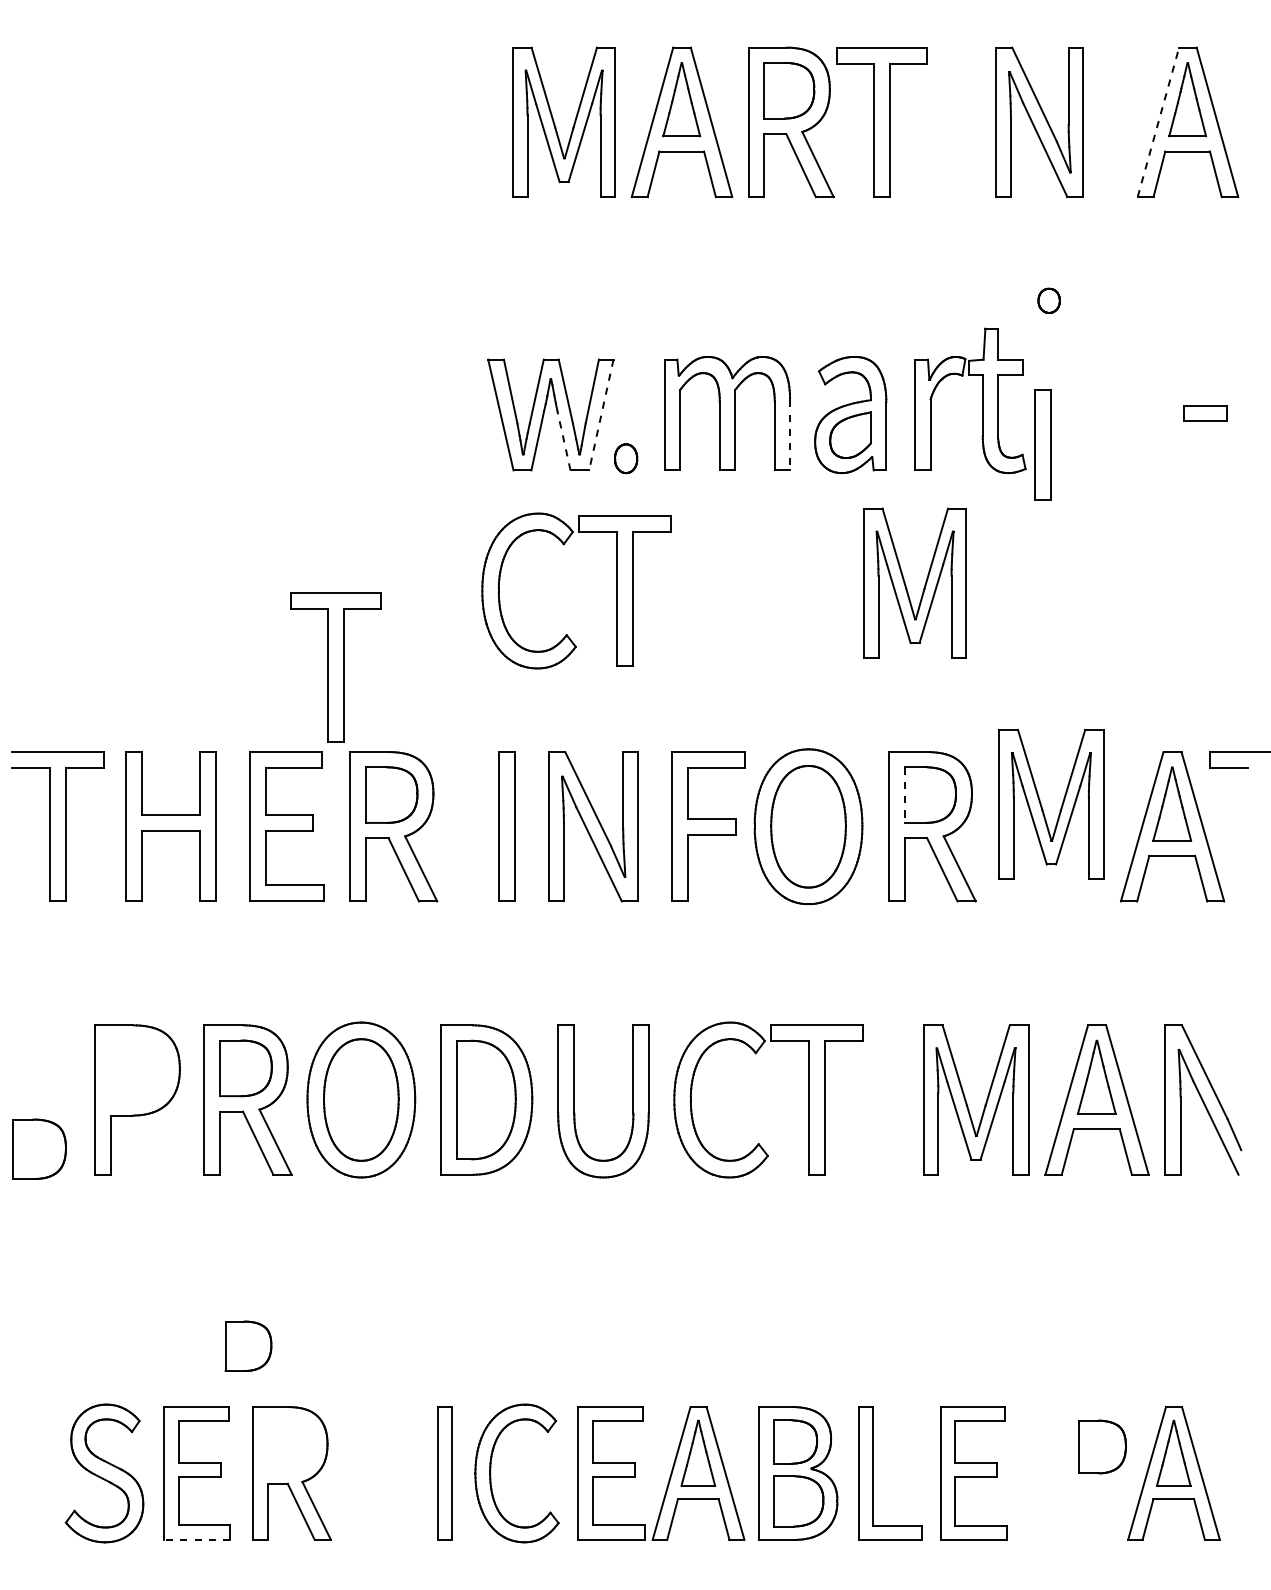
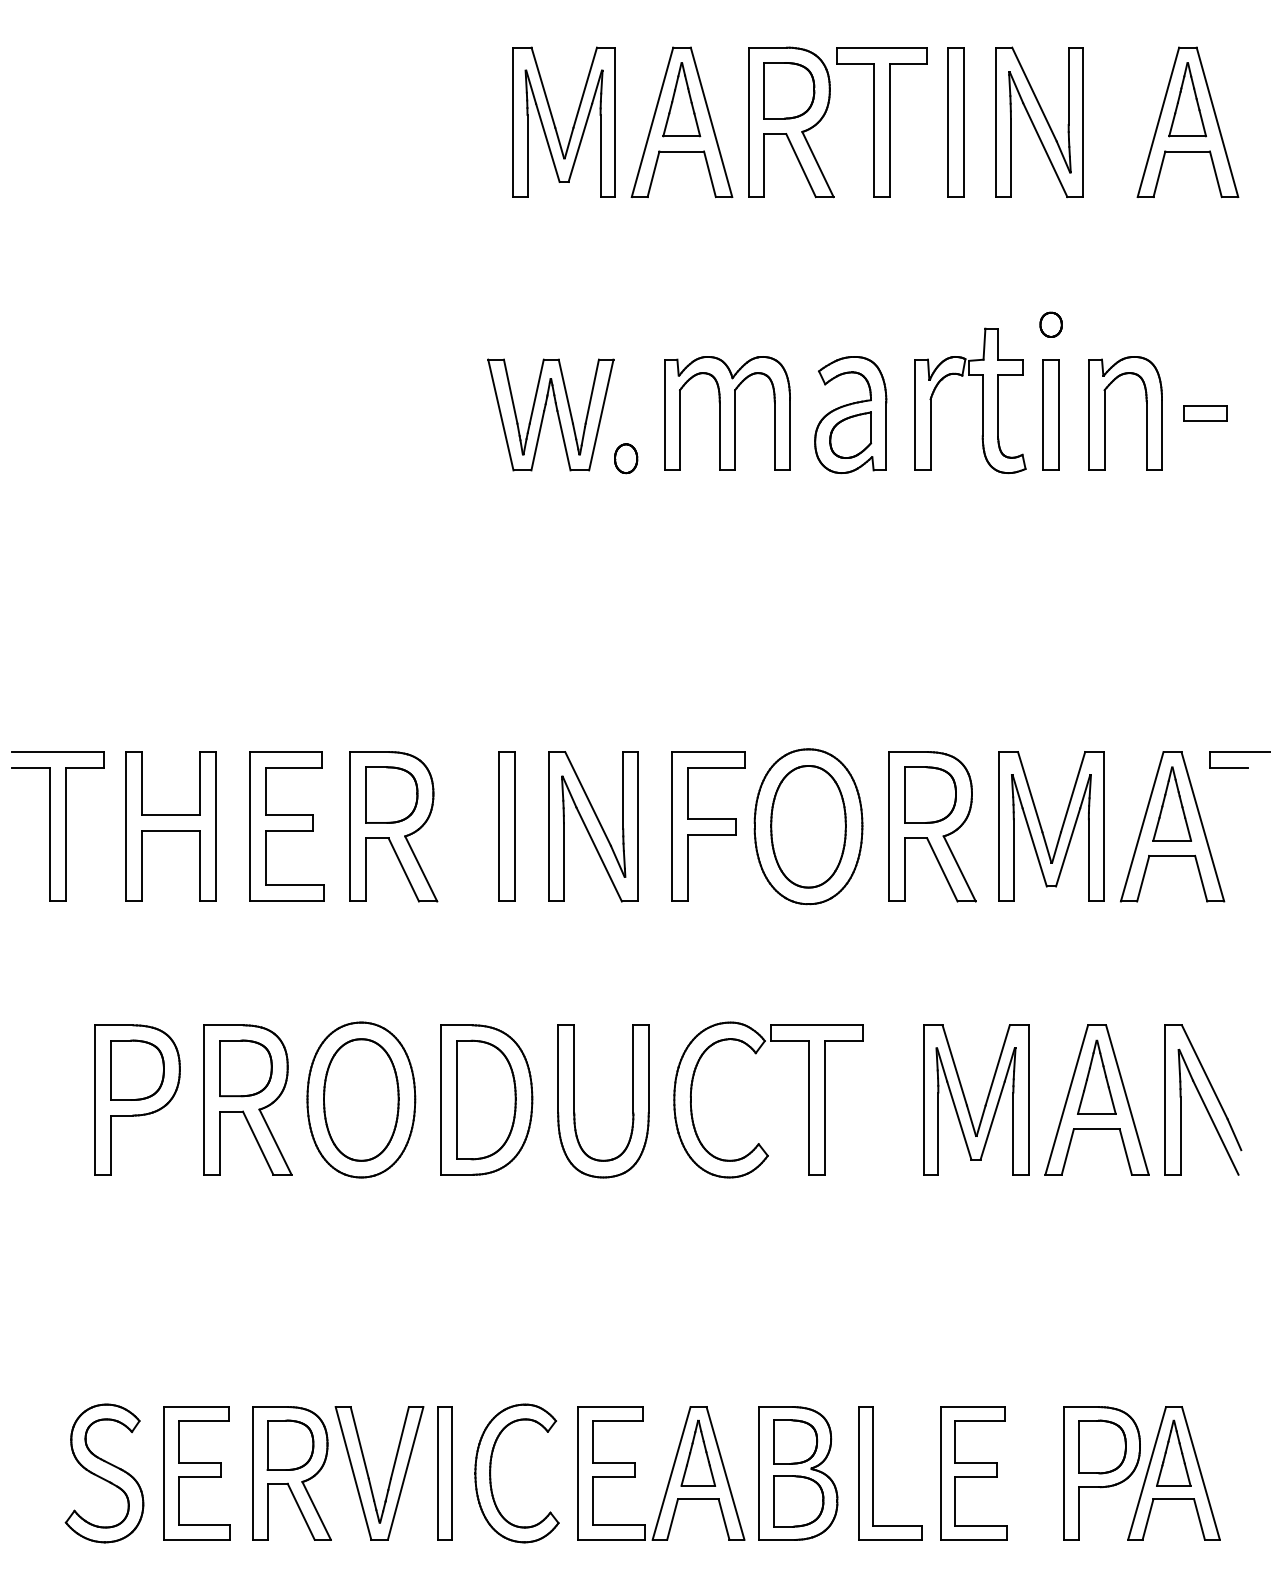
part at (955, 122): none -> present
line at (1158, 122): dashed -> solid
part at (1048, 300) position: (1048, 300) -> (1050, 324)
part at (1105, 413): none -> present
line at (601, 415): dashed -> solid
line at (790, 435): dashed -> solid
line at (563, 440): dashed -> solid
part at (1042, 444) position: (1042, 444) -> (1050, 414)
part at (906, 585): present -> none
part at (616, 590): present -> none
part at (335, 667): present -> none
line at (904, 795): dashed -> solid
part at (1042, 806) position: (1042, 806) -> (1042, 828)
part at (39, 1148) position: (39, 1148) -> (137, 1069)
part at (248, 1345) position: (248, 1345) -> (290, 1444)
part at (1101, 1473): none -> present
part at (369, 1476): none -> present
line at (196, 1539): dashed -> solid
